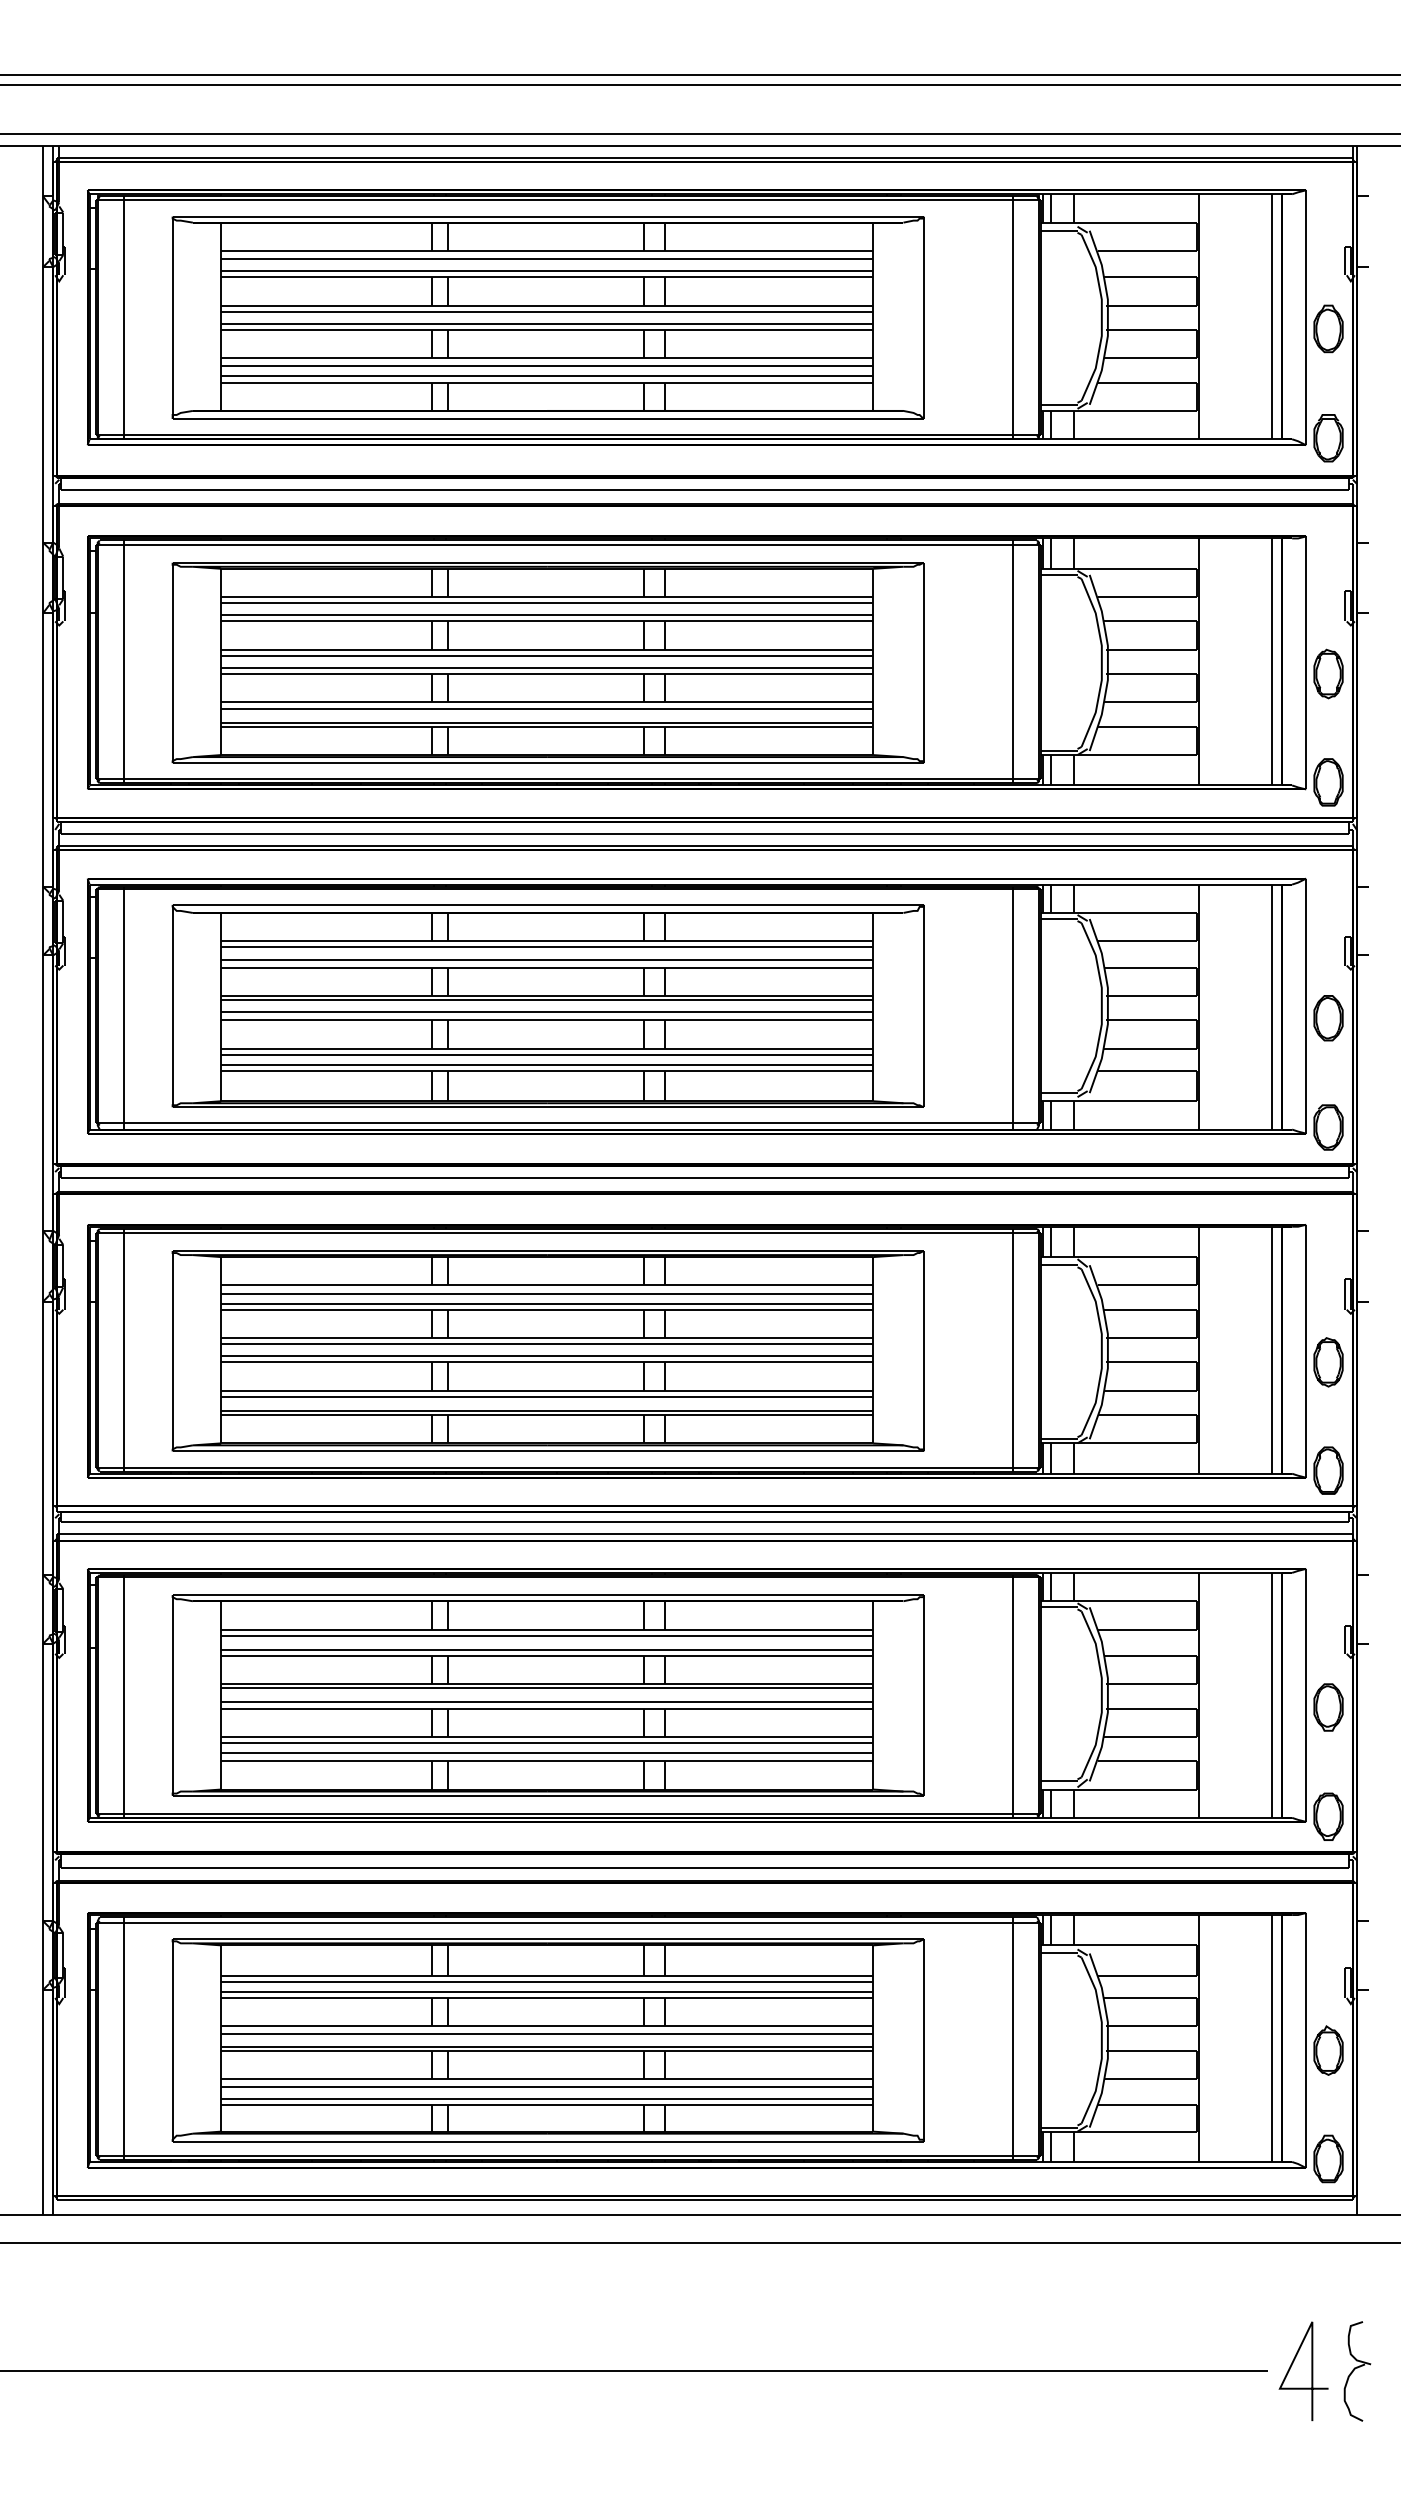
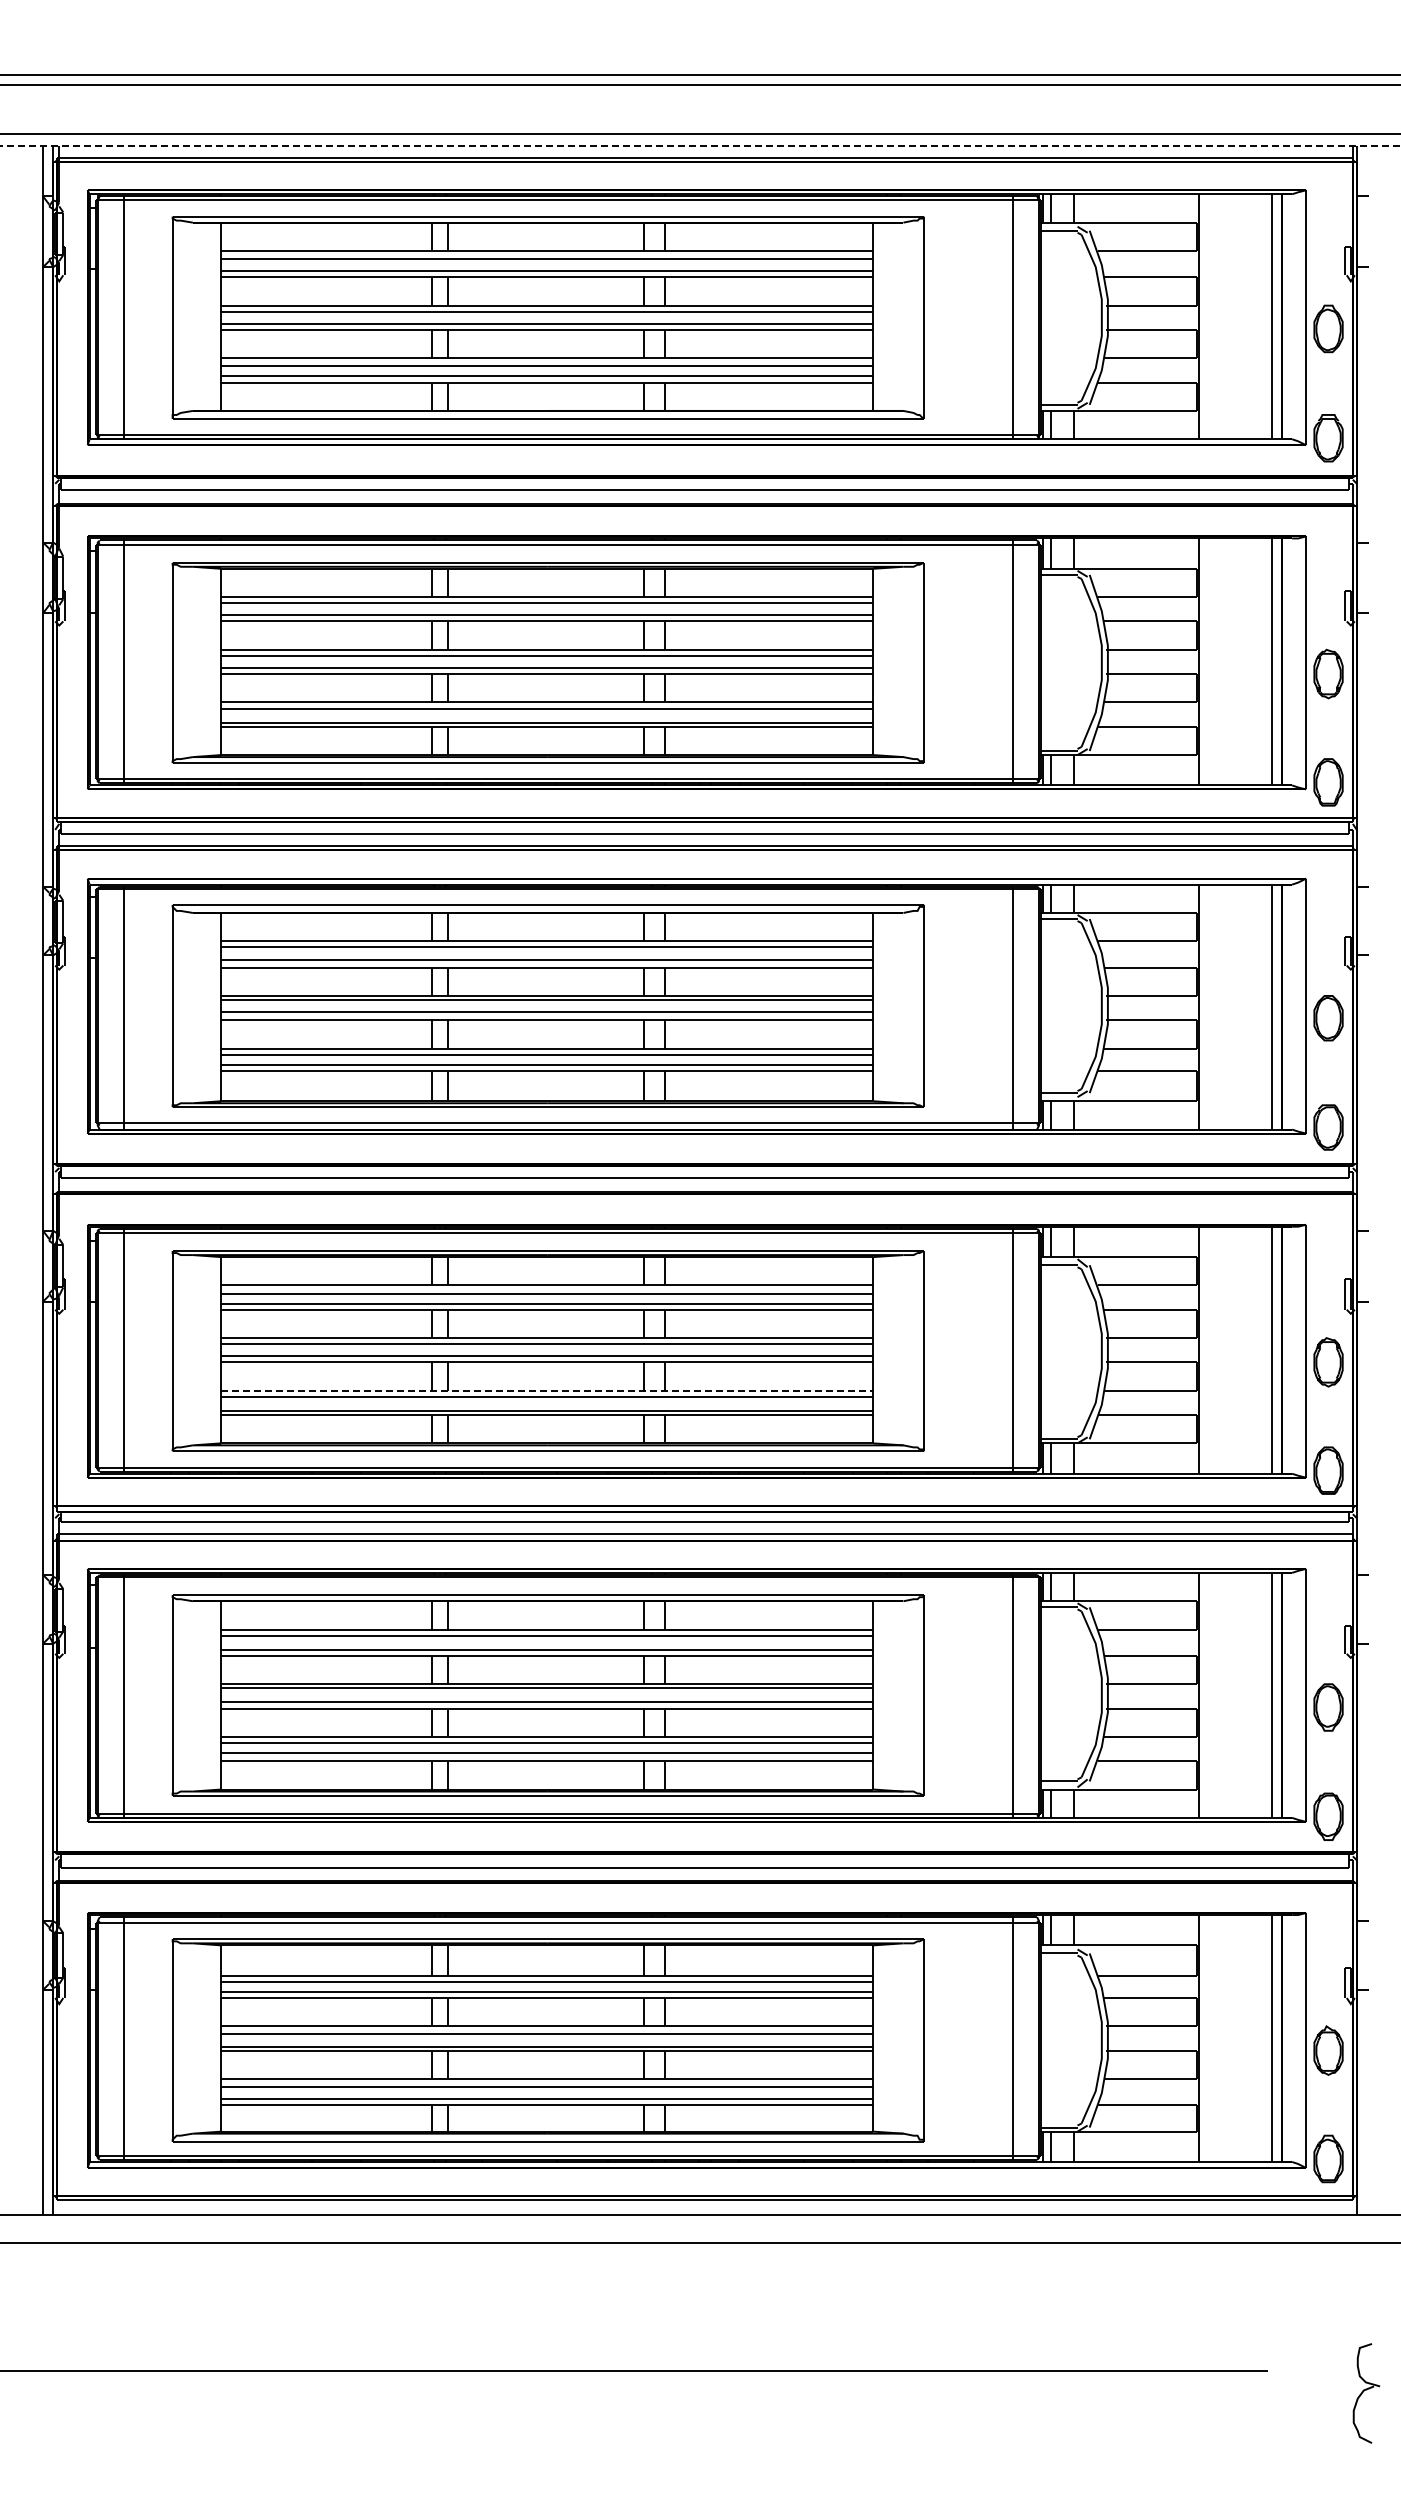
line at (700, 145): solid -> dashed
line at (547, 1390): solid -> dashed
line at (1311, 2371): present -> none
part at (1357, 2371) position: (1357, 2371) -> (1366, 2393)
